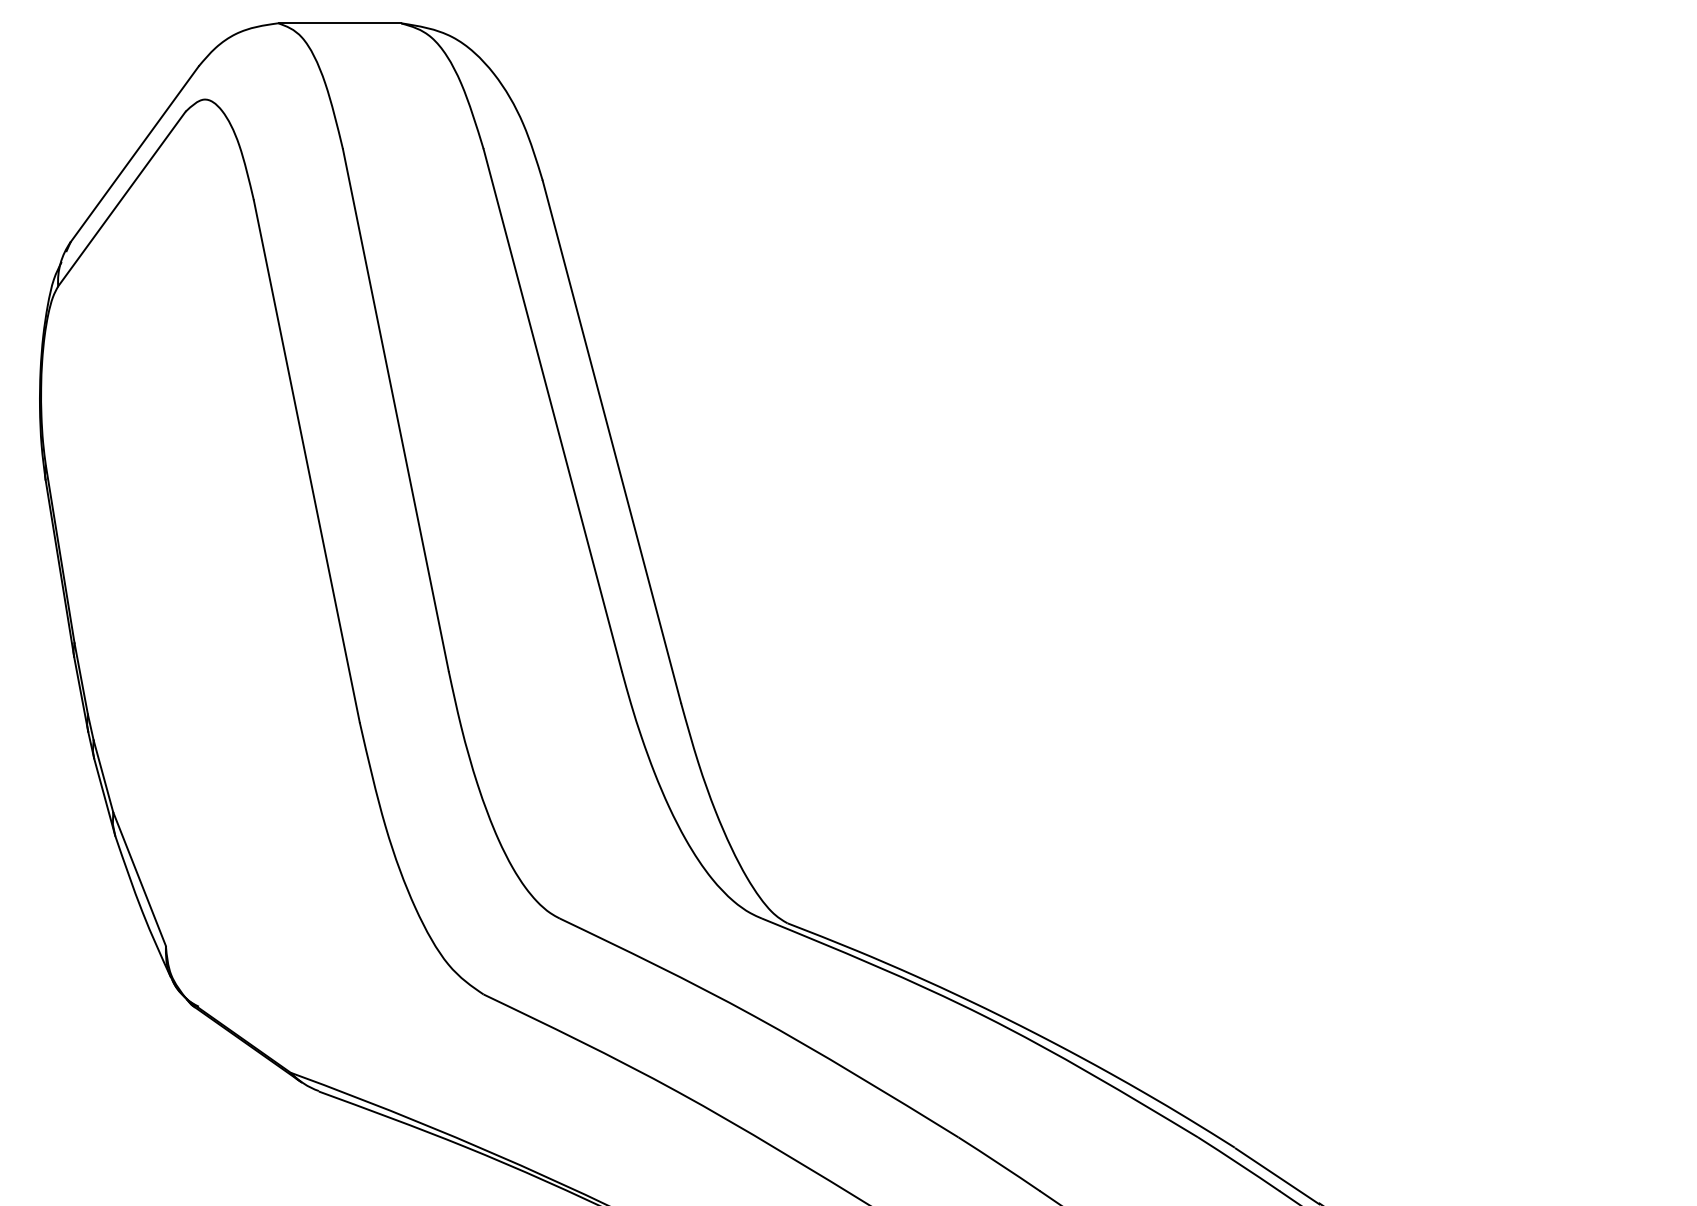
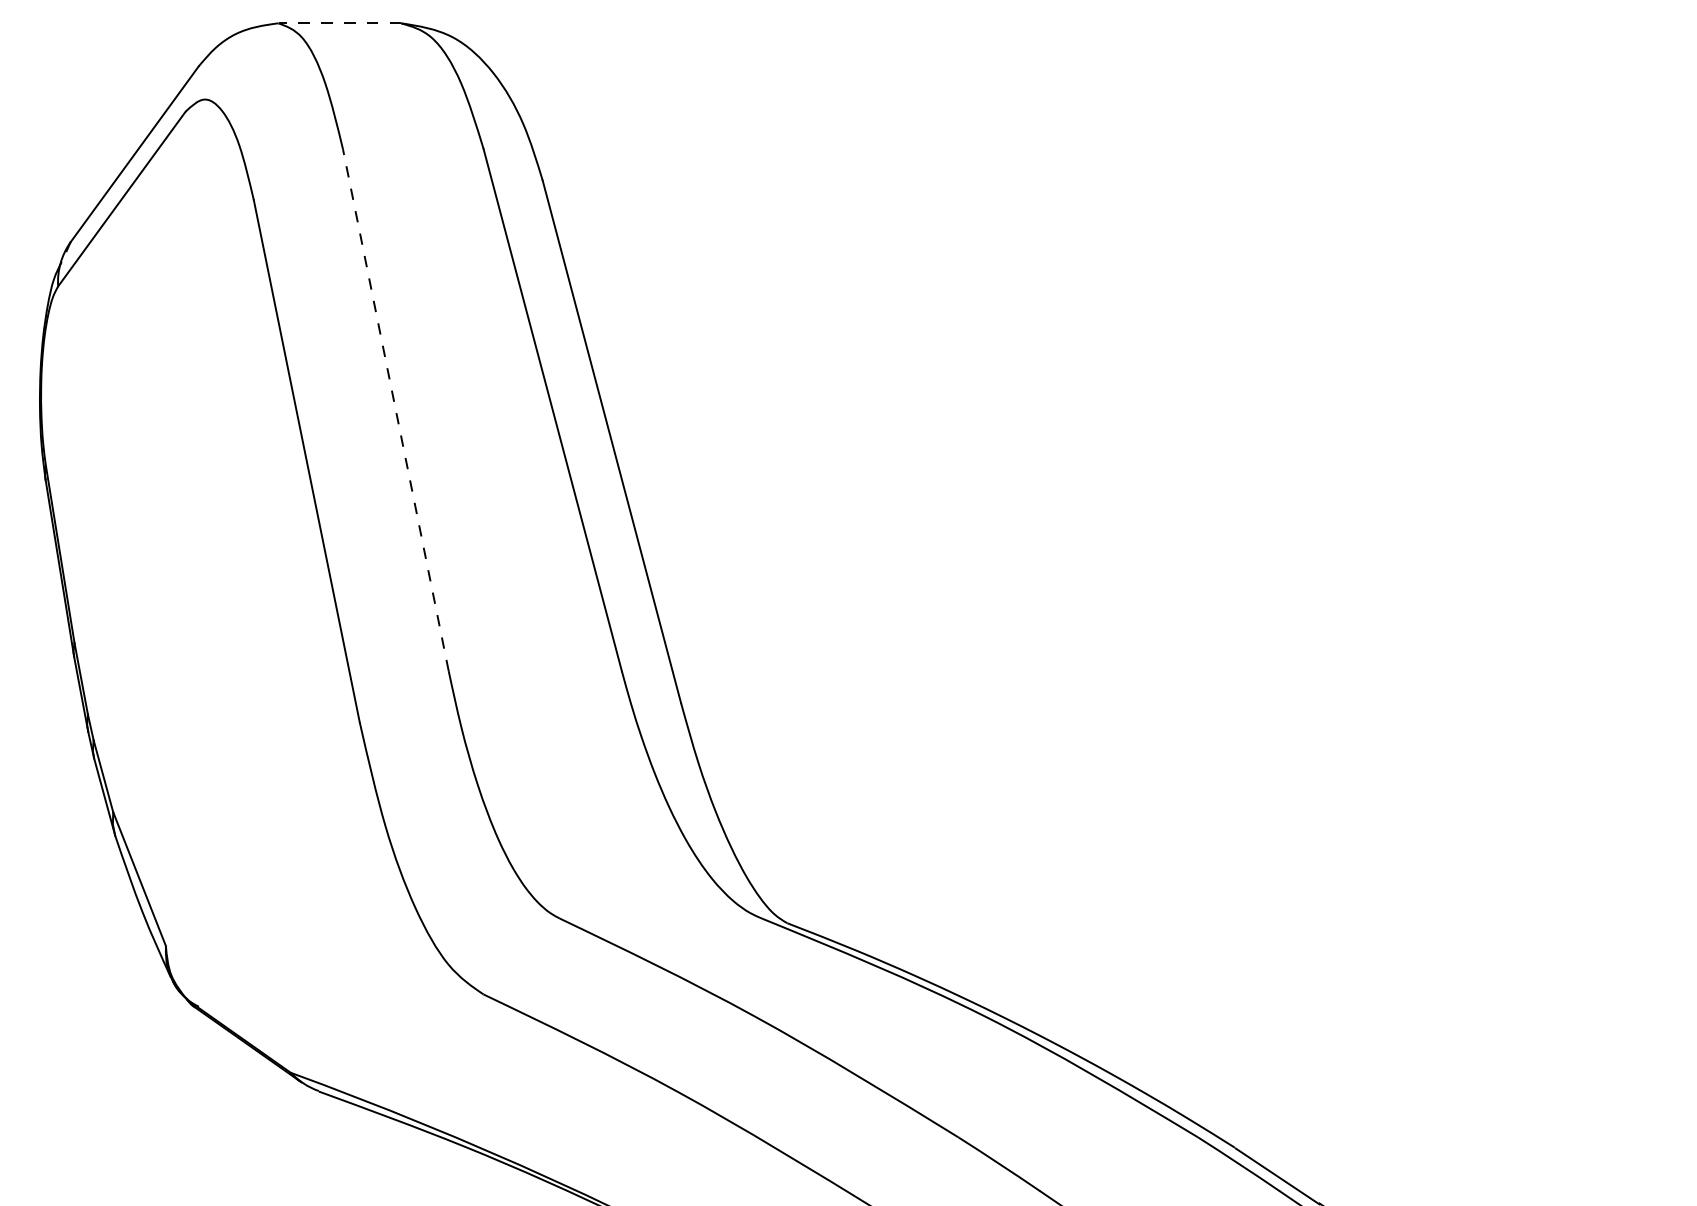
line at (339, 23): solid -> dashed
line at (395, 409): solid -> dashed
